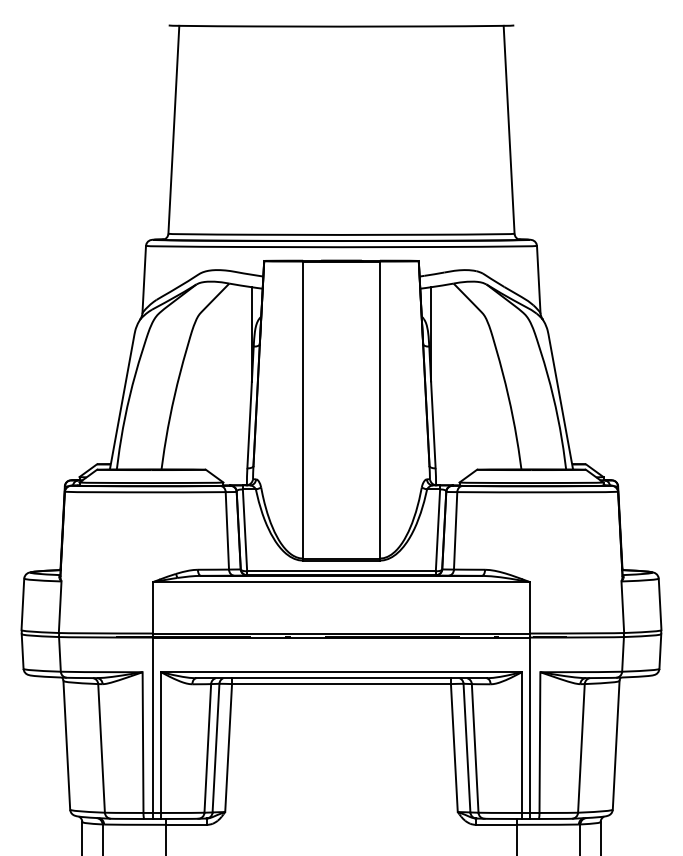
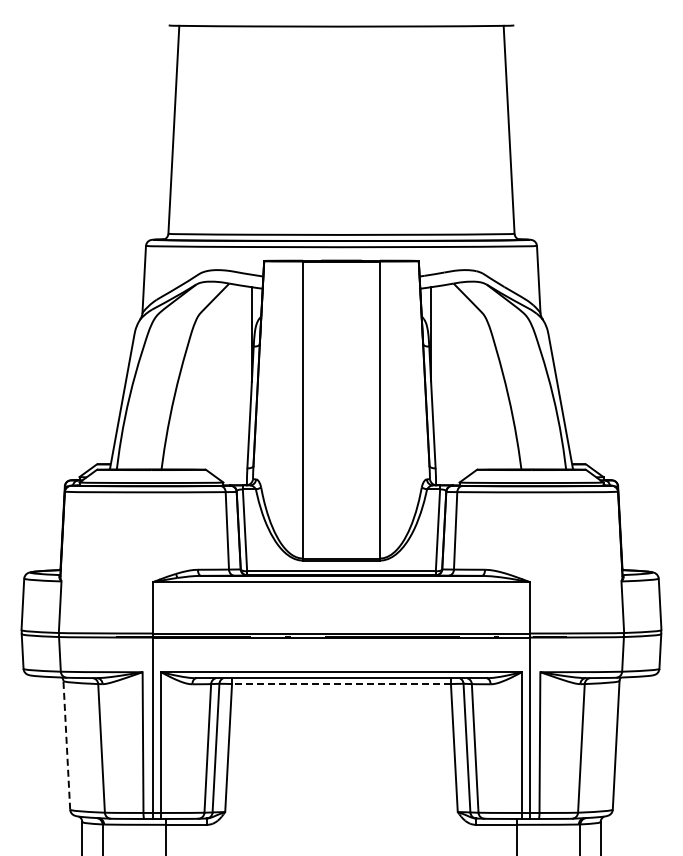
line at (341, 684): solid -> dashed
line at (66, 744): solid -> dashed
